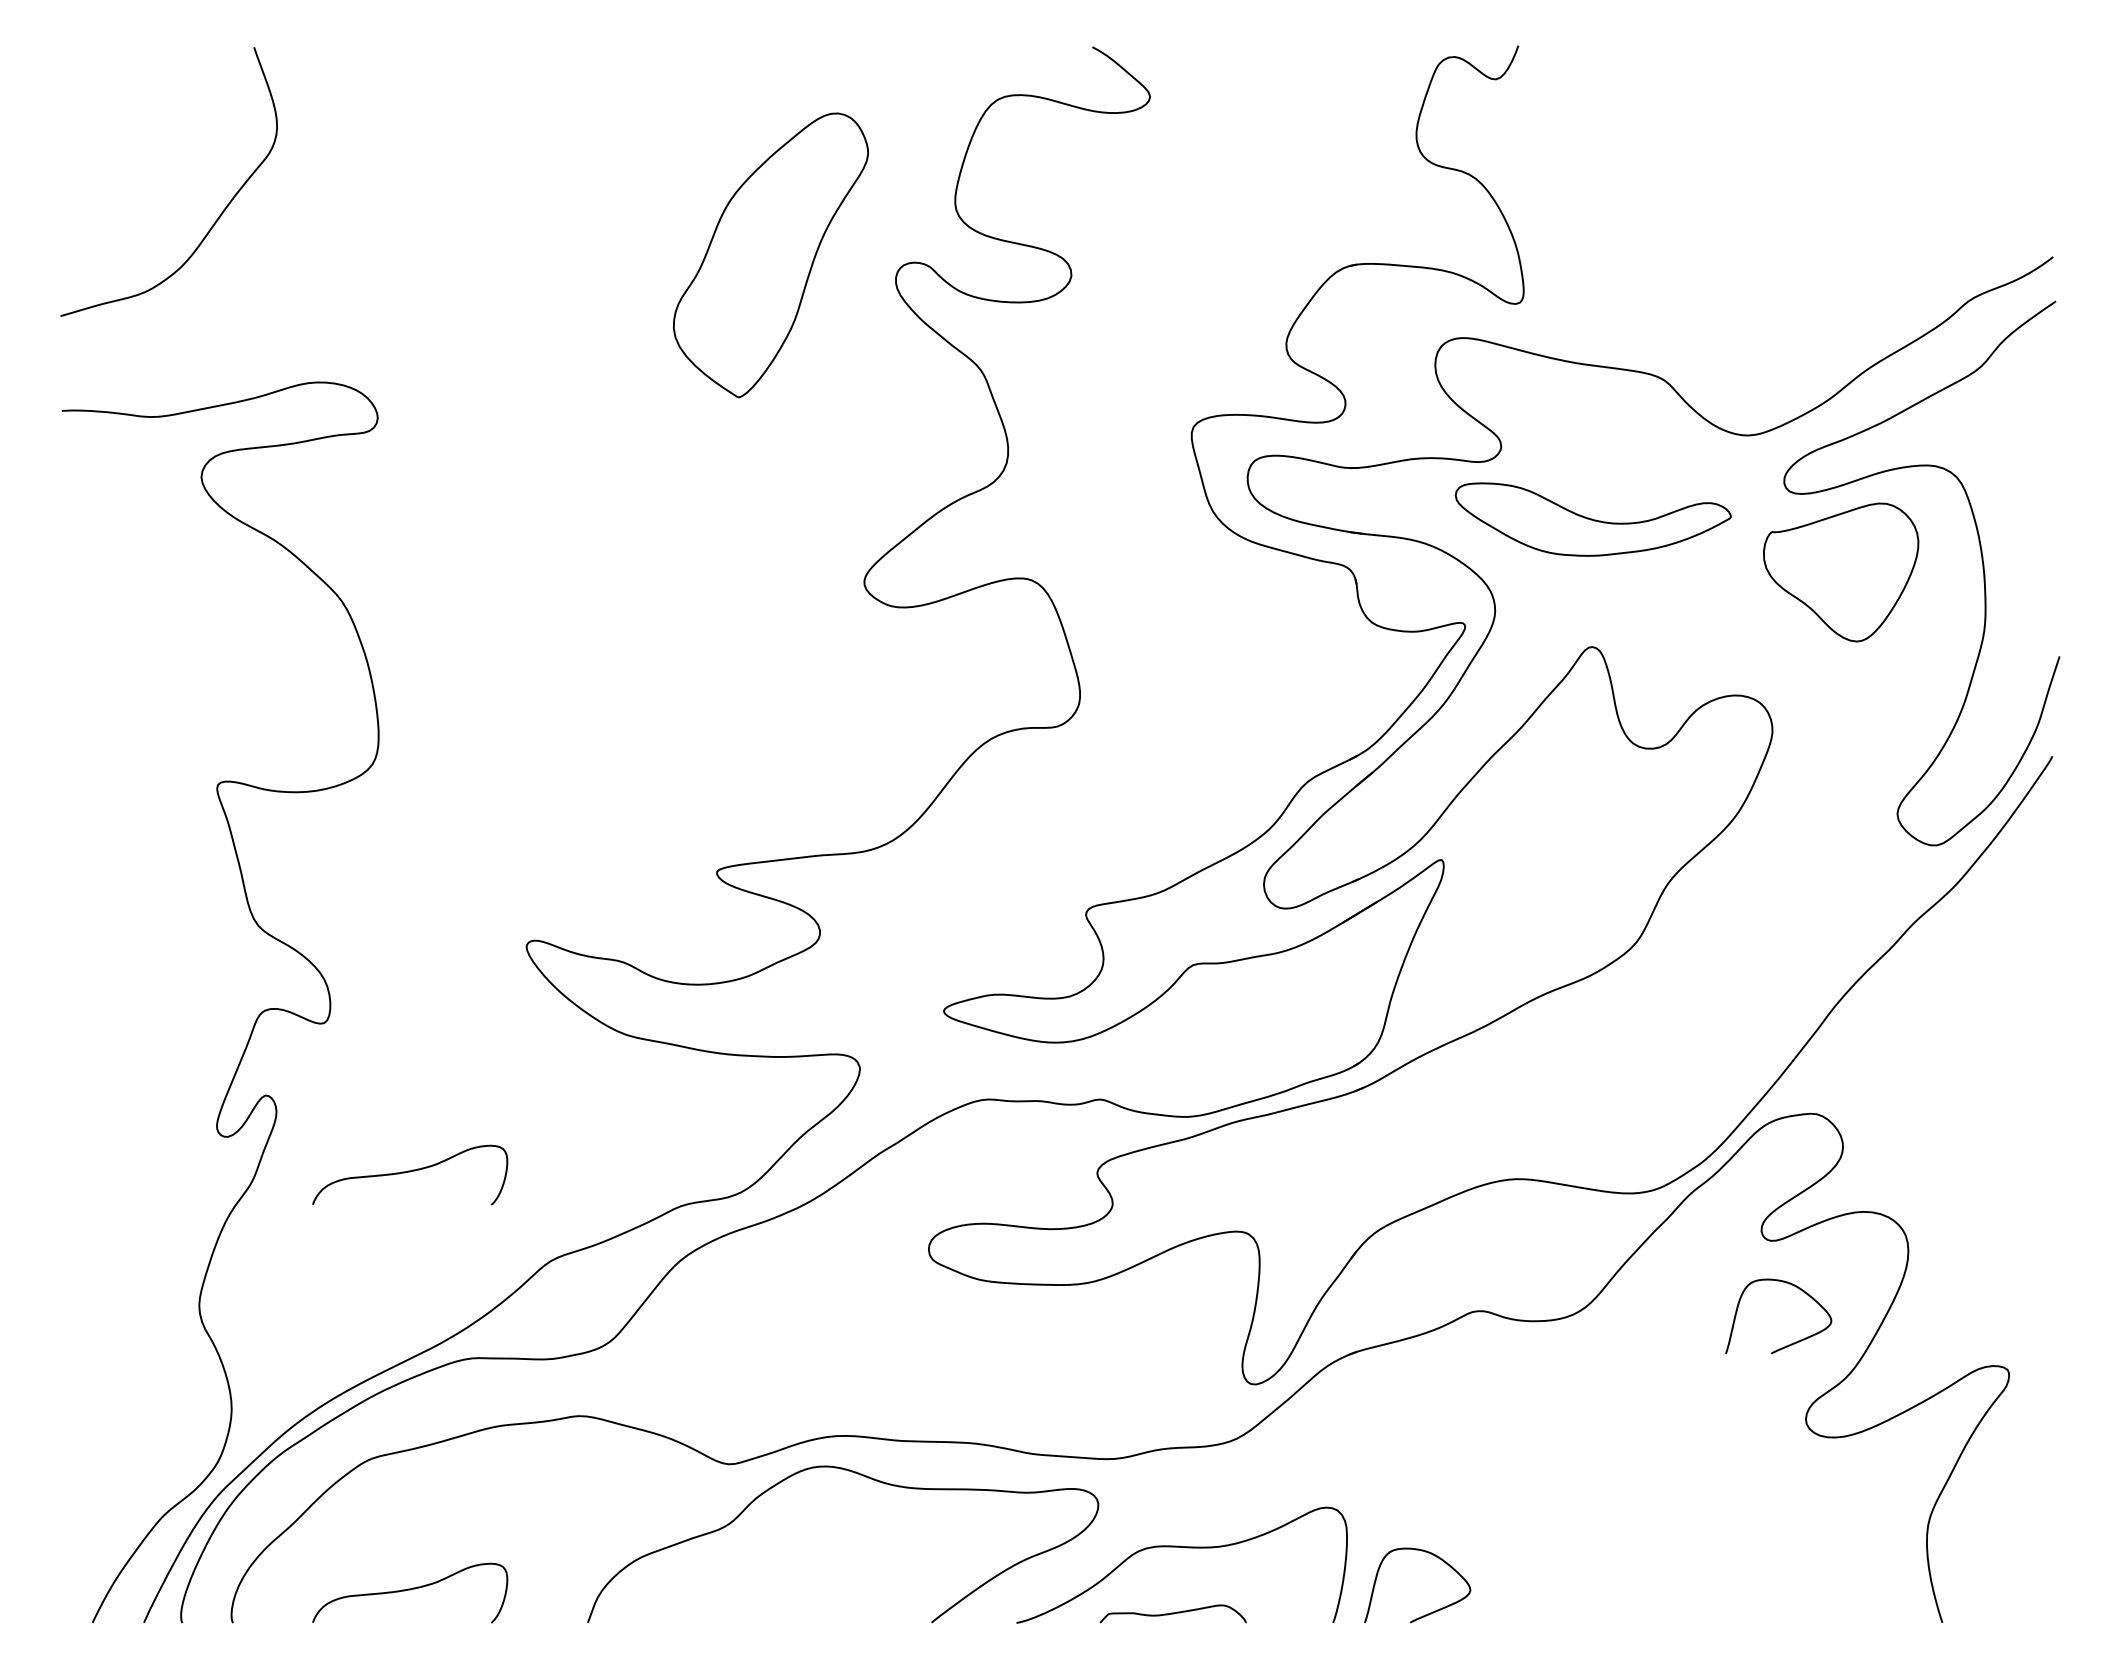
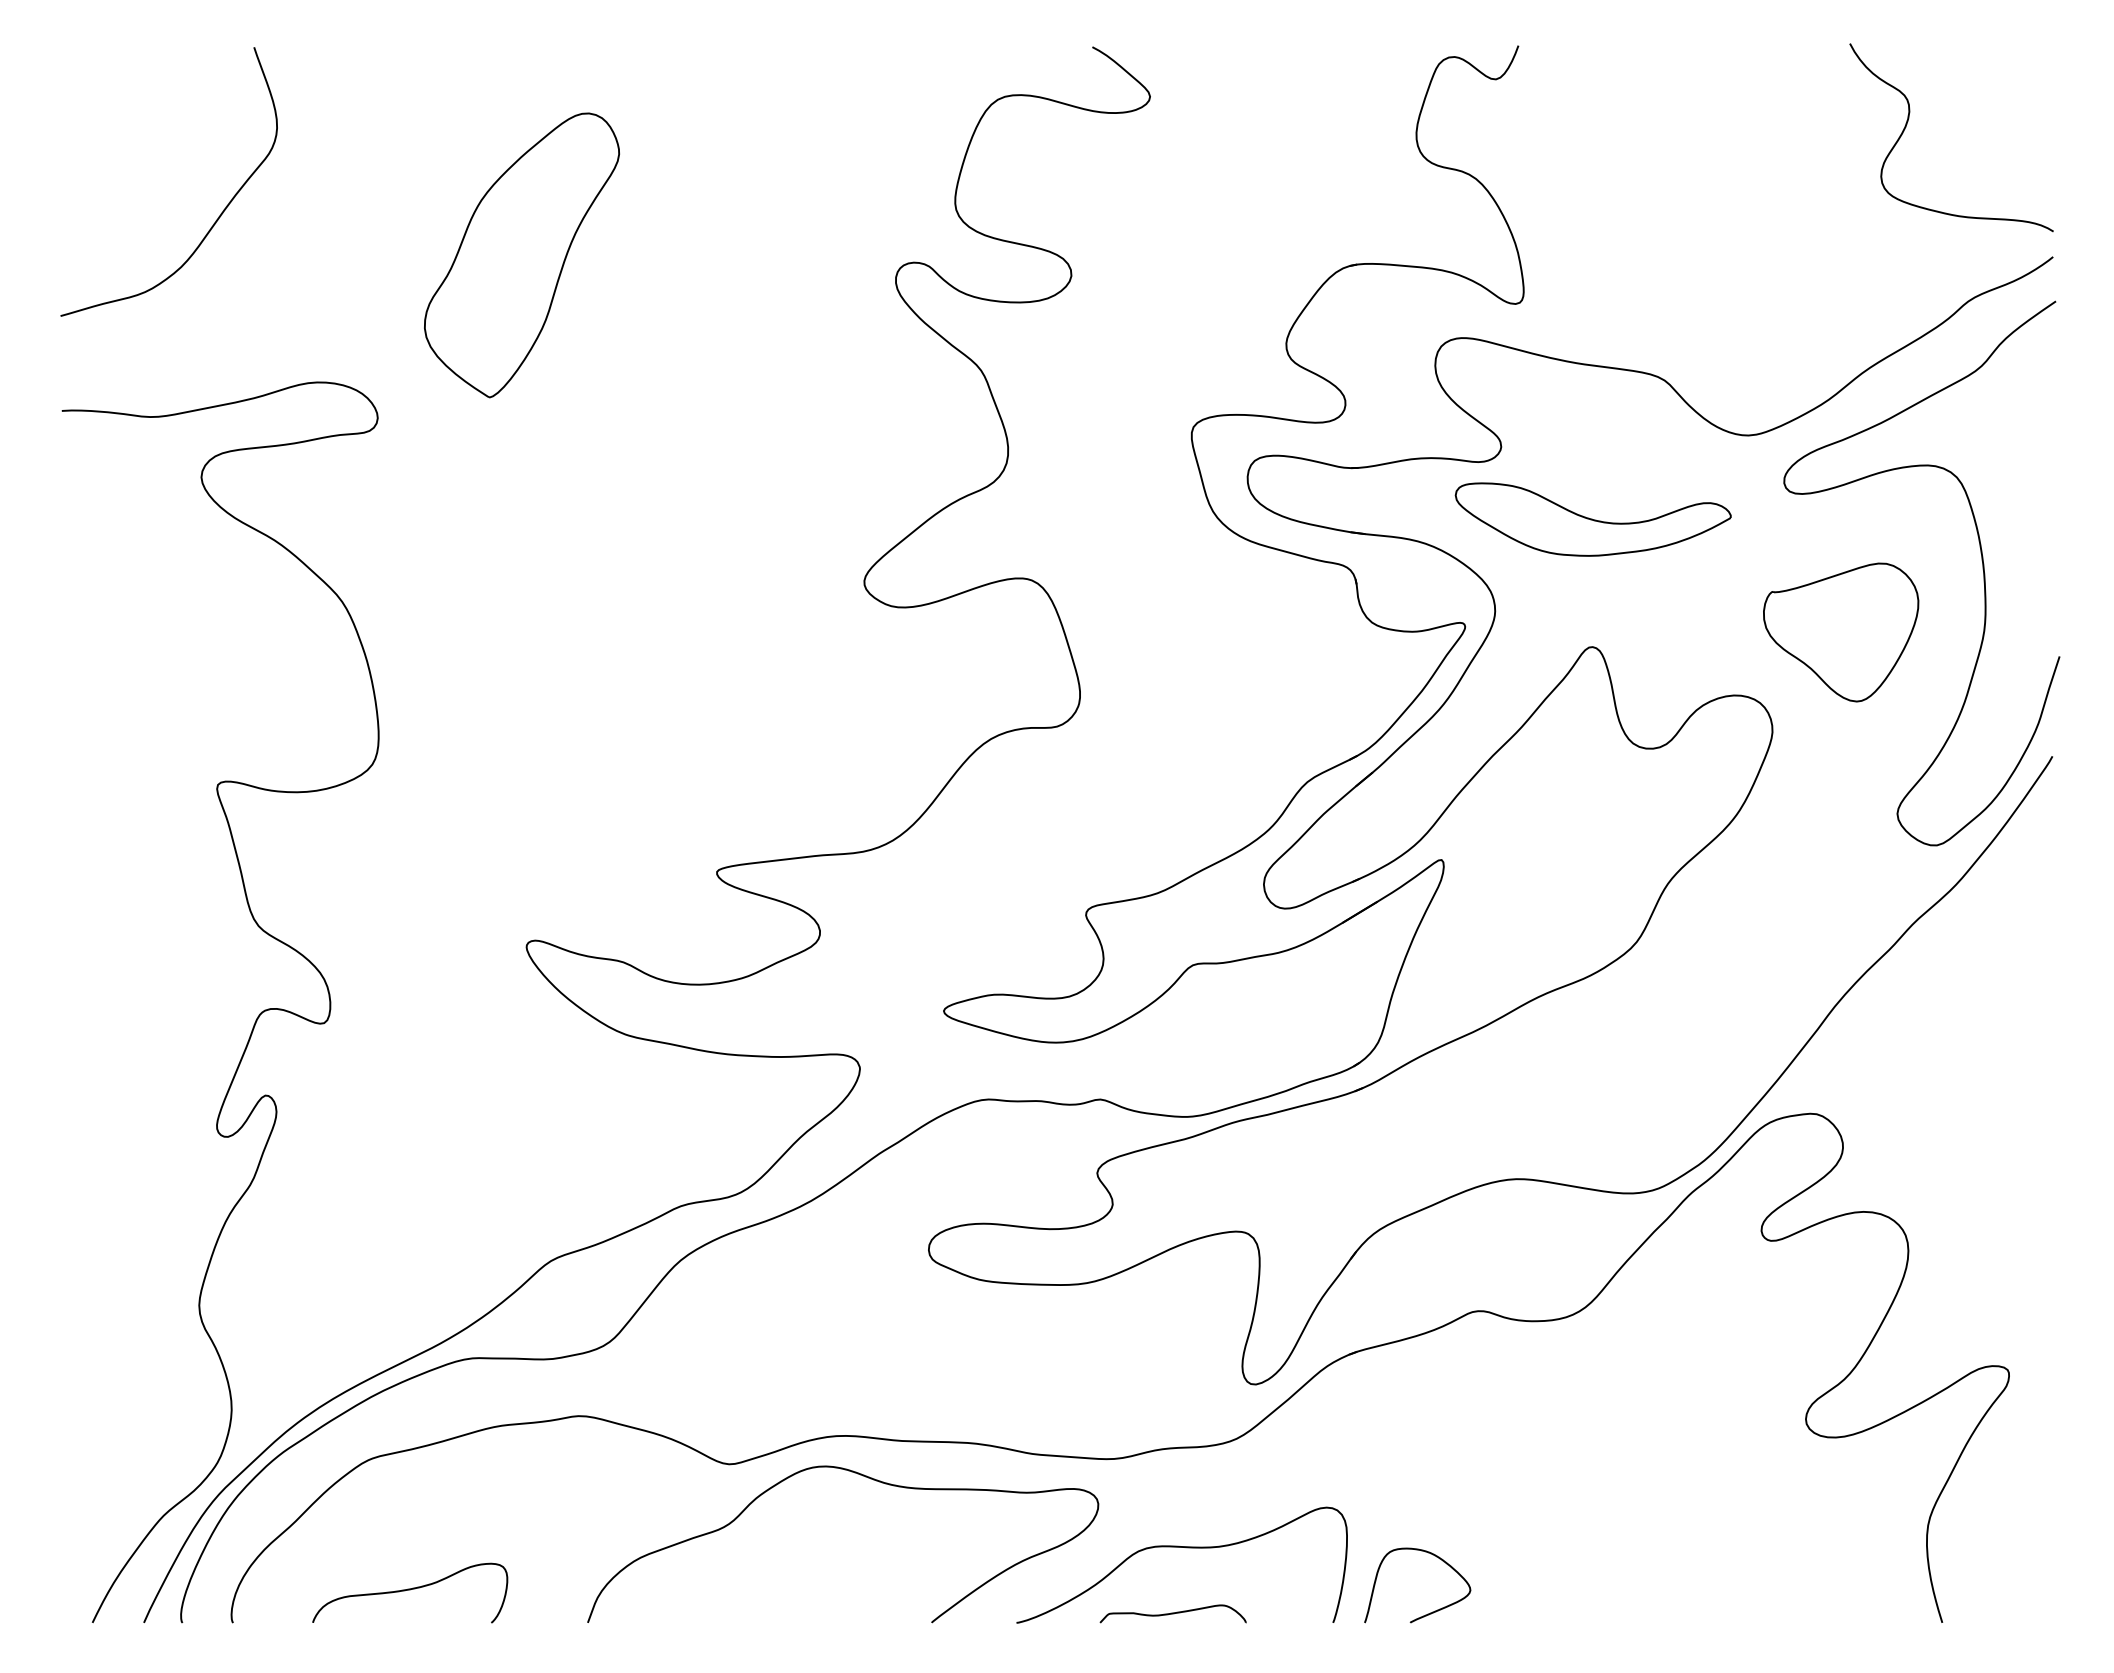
curve at (1908, 121): none -> present
part at (770, 255) position: (770, 255) -> (521, 255)
part at (1841, 572) position: (1841, 572) -> (1841, 632)
curve at (410, 1172): present -> none
curve at (1788, 1344): present -> none
